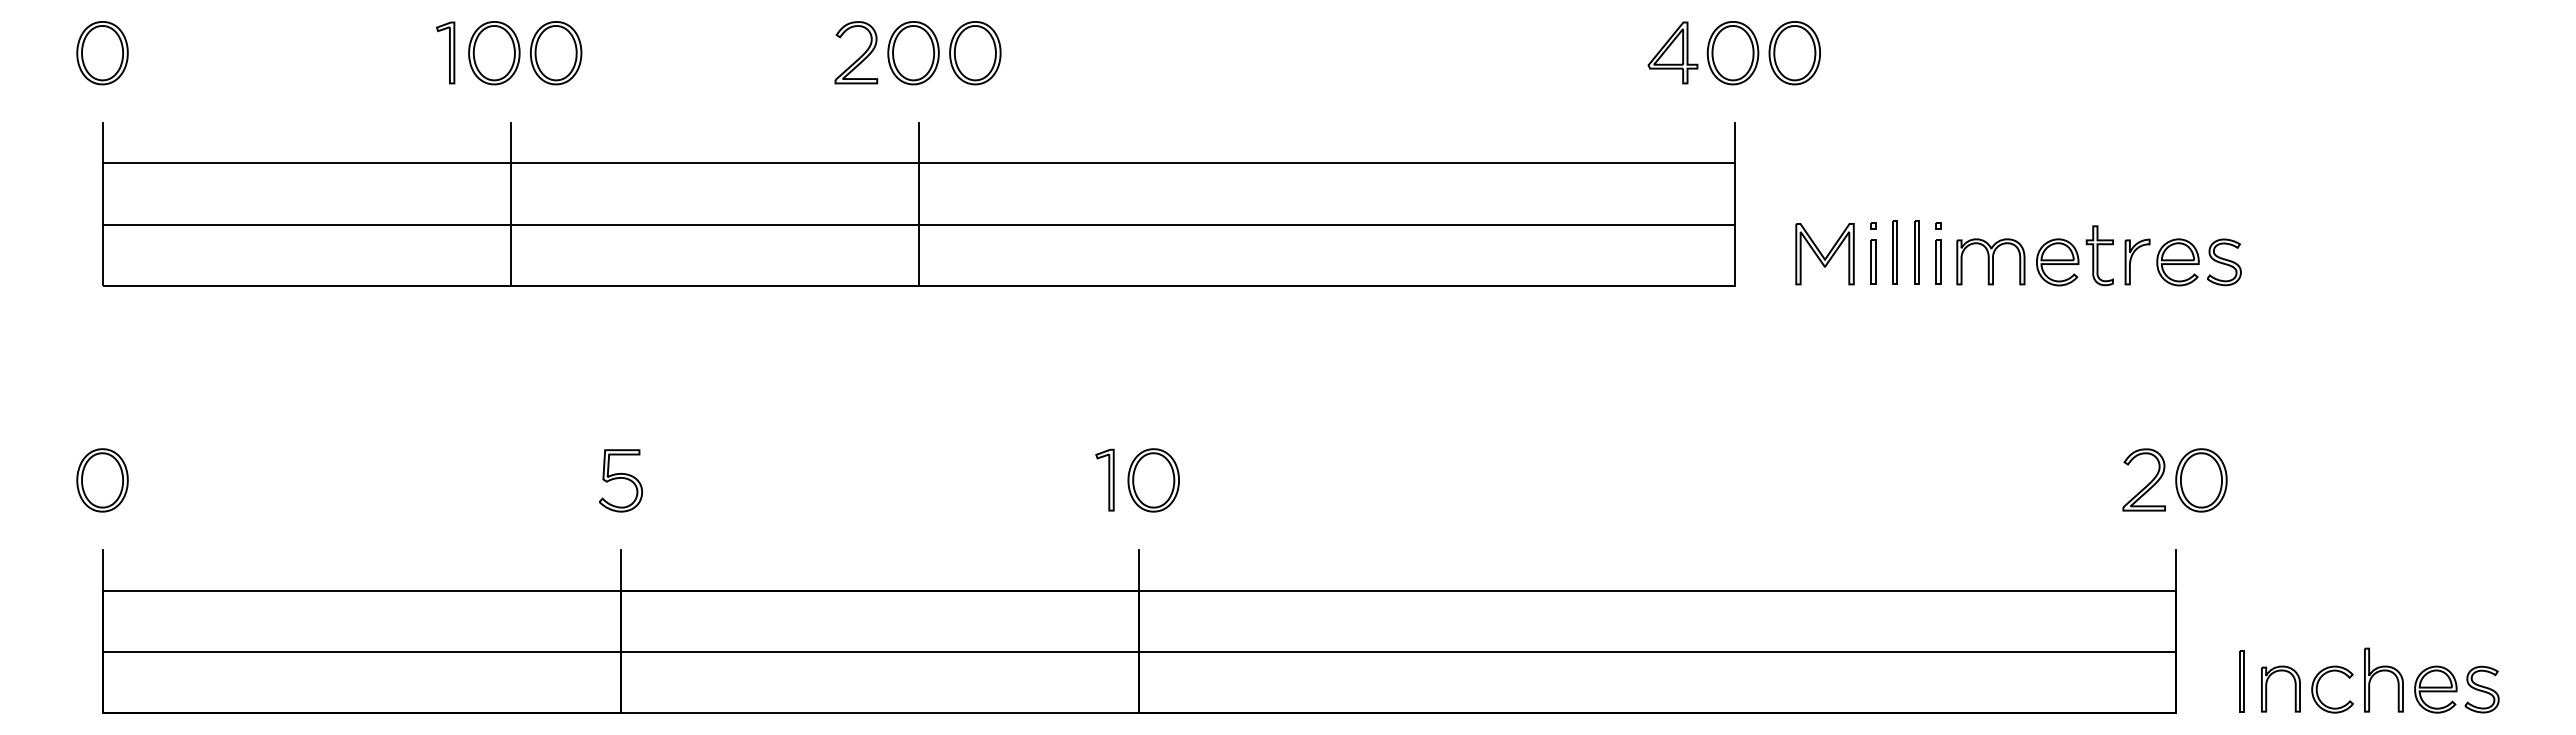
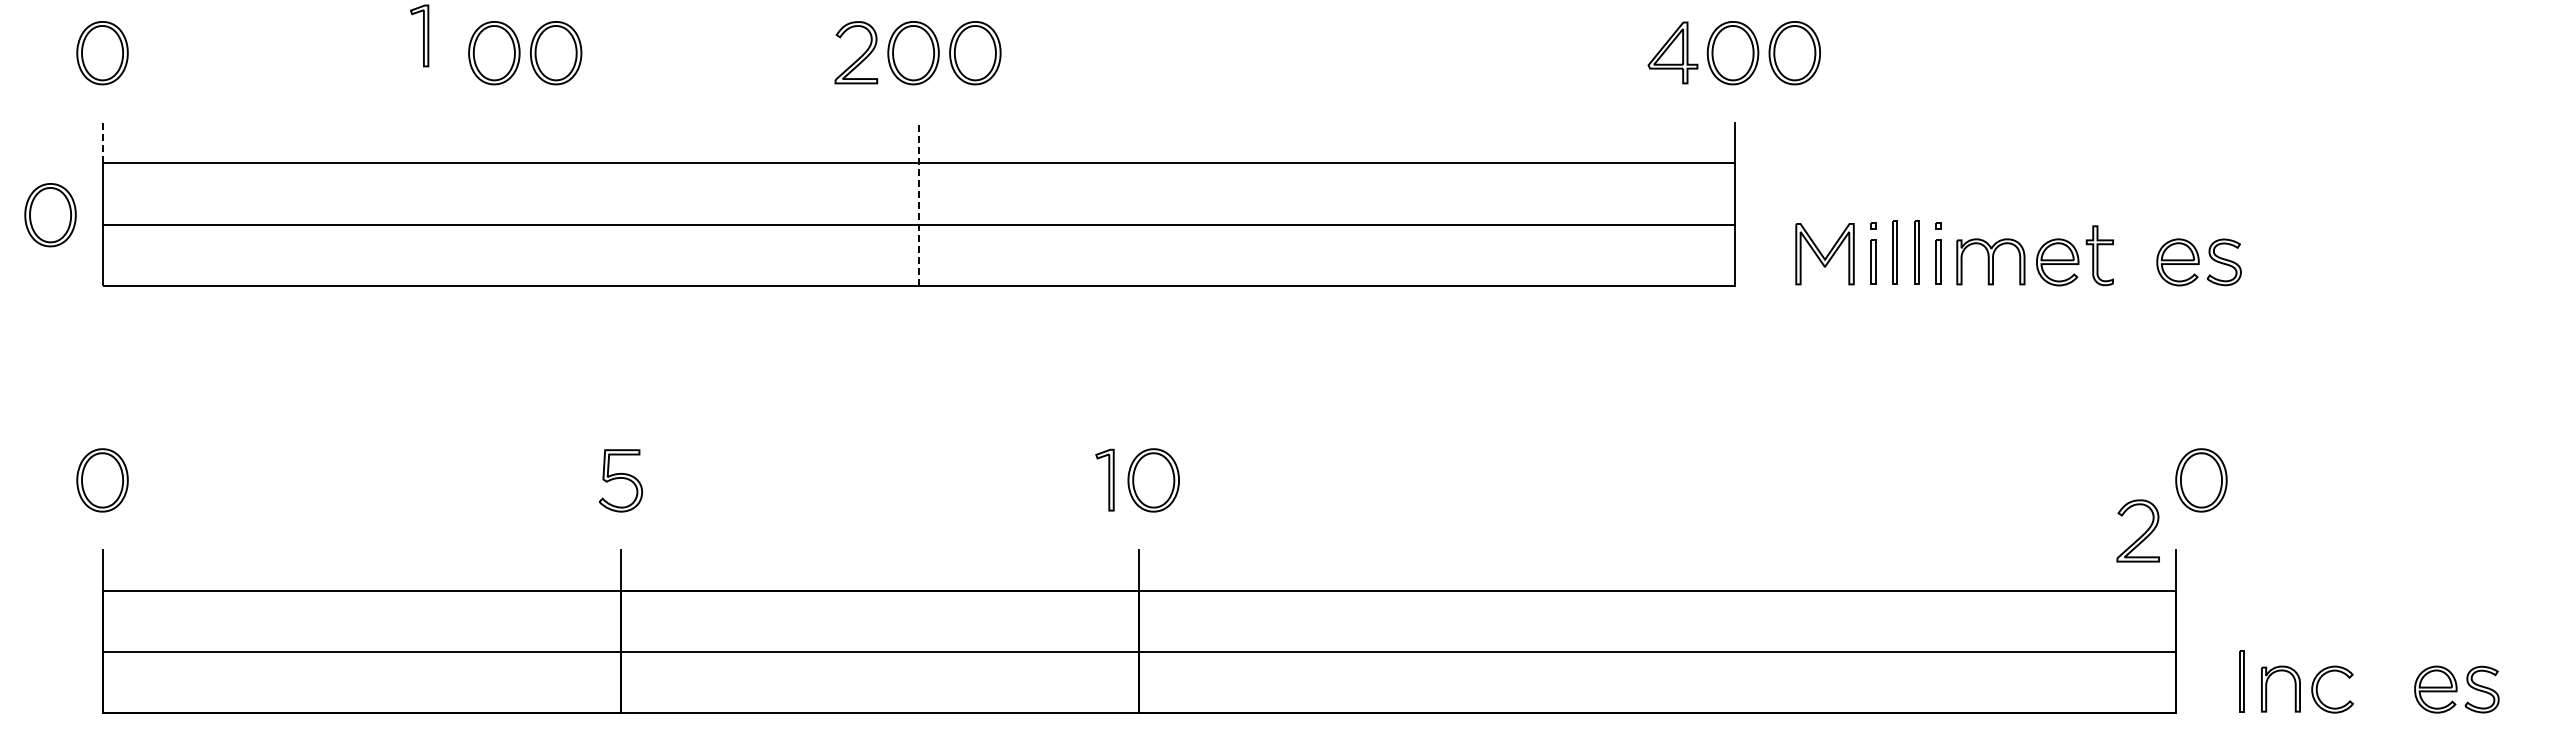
part at (445, 52) position: (445, 52) -> (419, 35)
line at (102, 142): solid -> dashed
line at (510, 203): present -> none
line at (918, 204): solid -> dashed
part at (50, 215): none -> present
part at (2137, 261): present -> none
part at (2148, 483) position: (2148, 483) -> (2142, 534)
part at (2383, 671): present -> none
